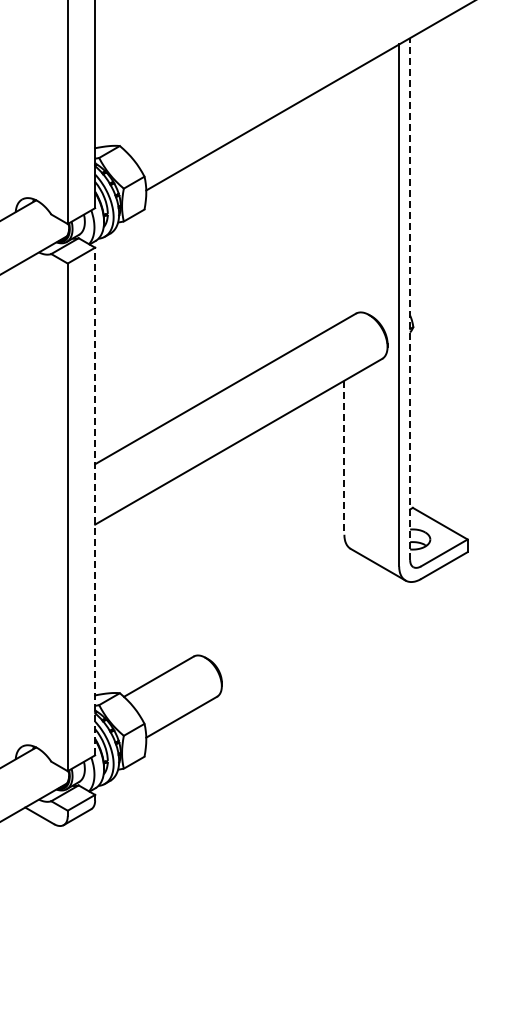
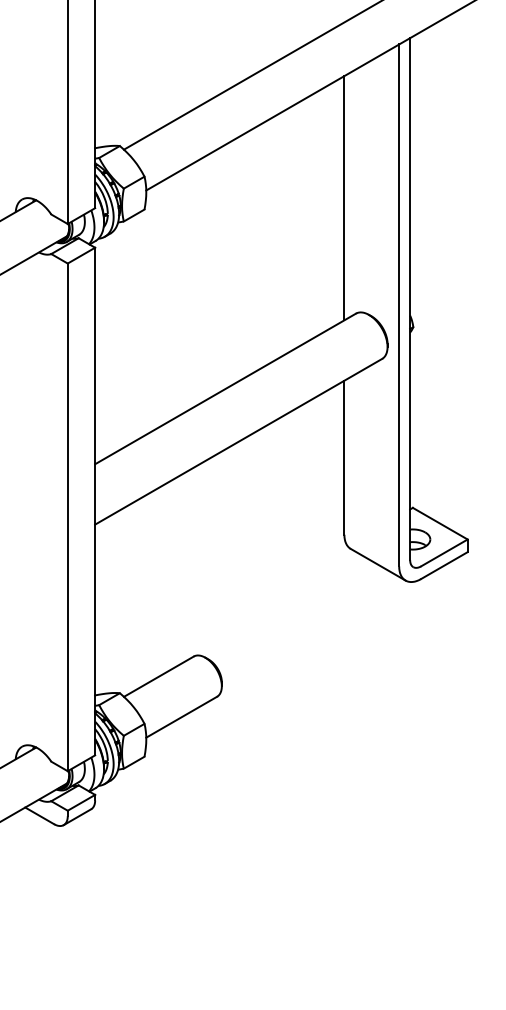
line at (251, 75): none -> present
line at (344, 198): none -> present
line at (410, 299): dashed -> solid
line at (344, 458): dashed -> solid
line at (95, 501): dashed -> solid
